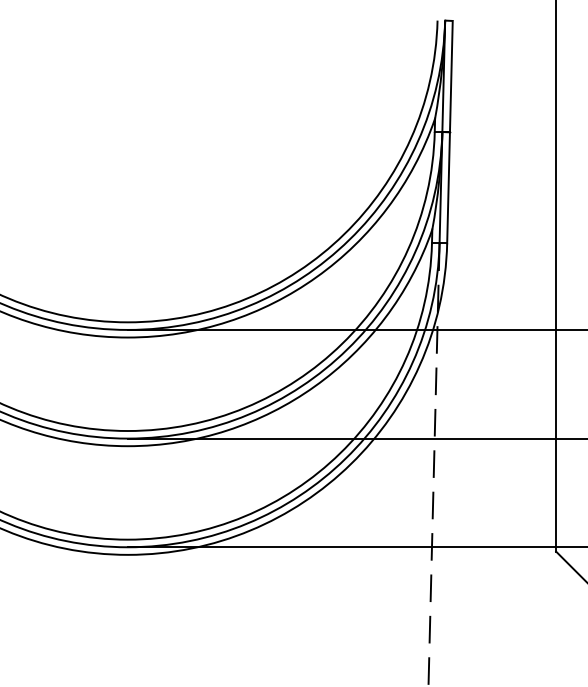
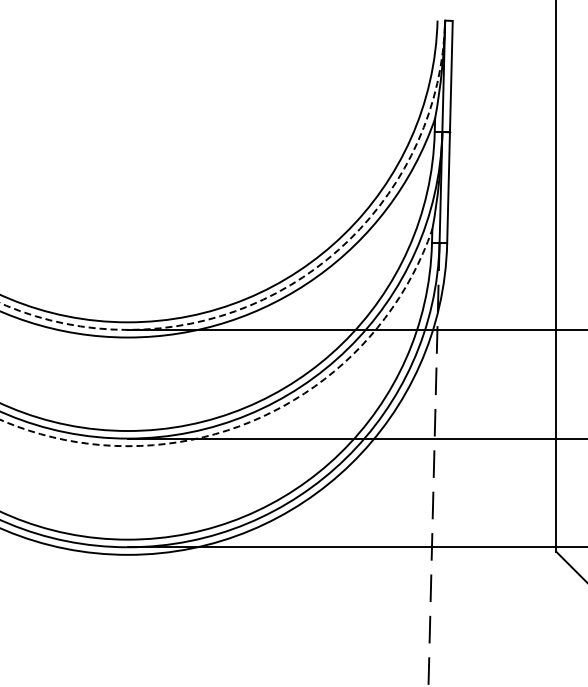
arc at (298, 280): solid -> dashed
arc at (259, 418): solid -> dashed
